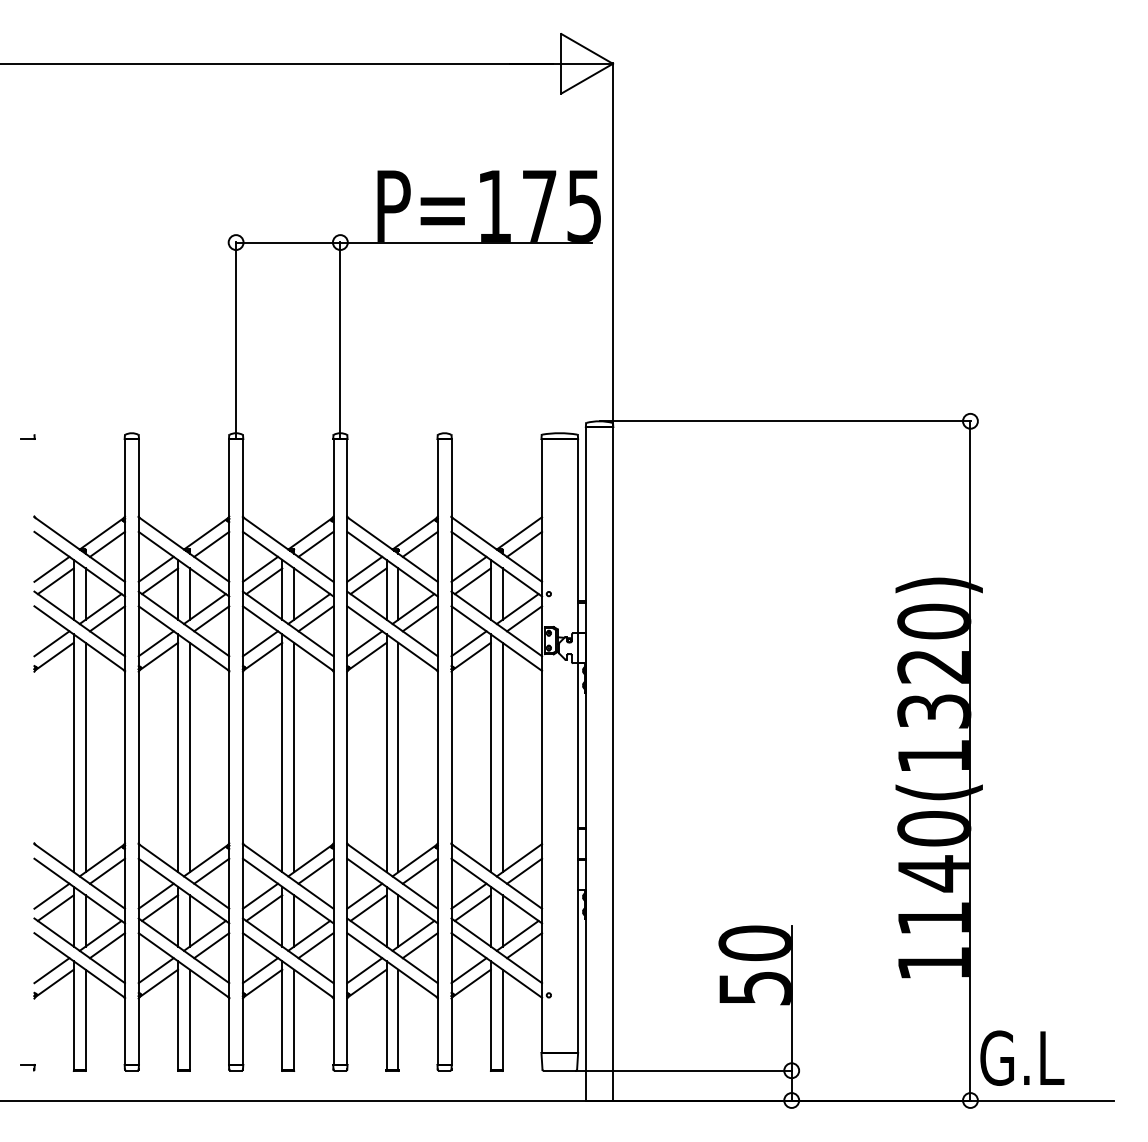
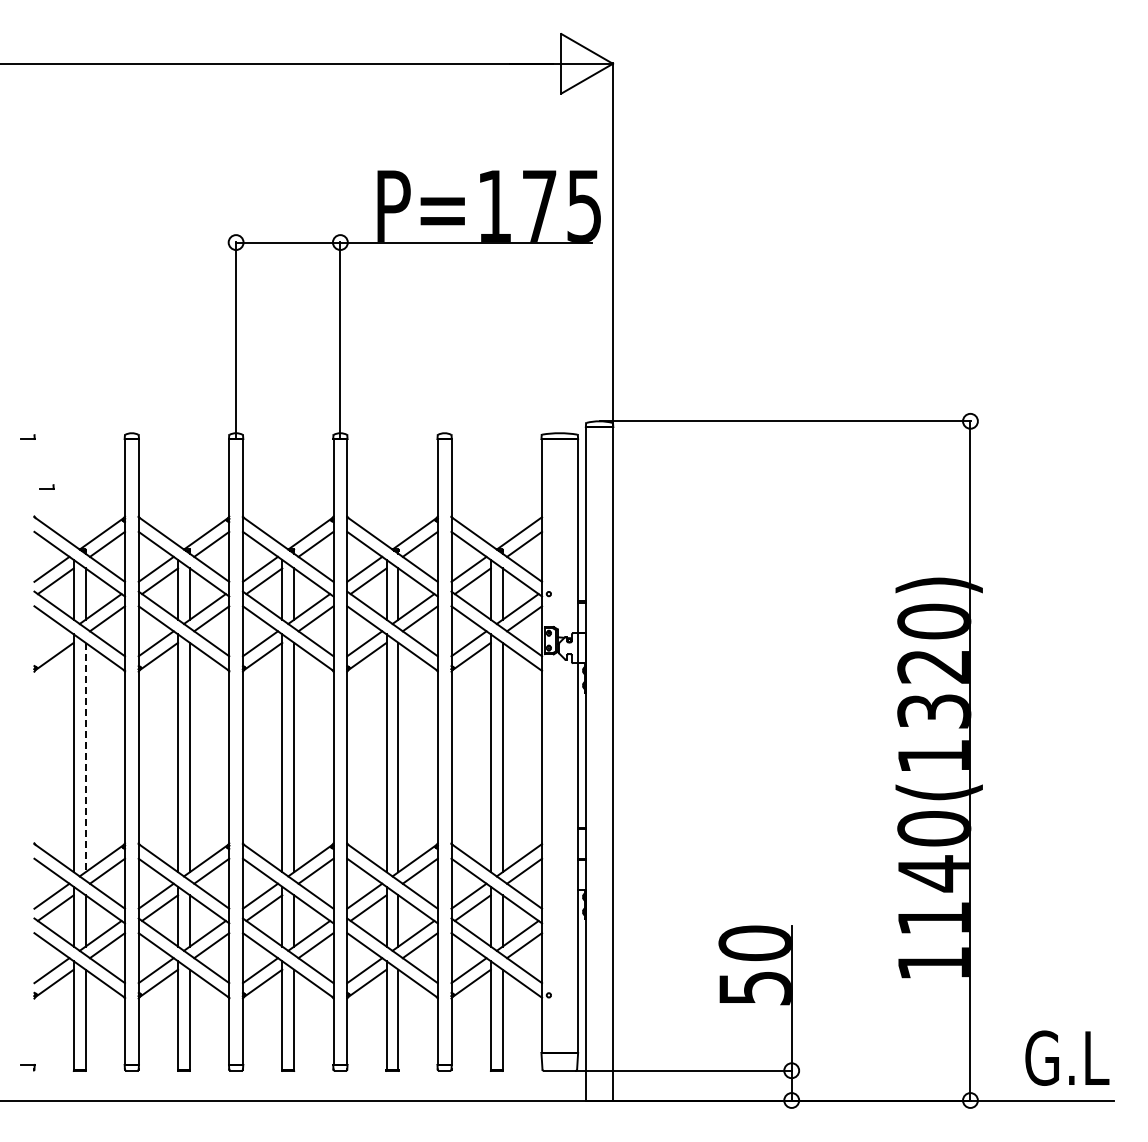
part at (46, 486): none -> present
line at (51, 643): present -> none
line at (85, 757): solid -> dashed
text at (1022, 1057) position: (1022, 1057) -> (1067, 1057)
